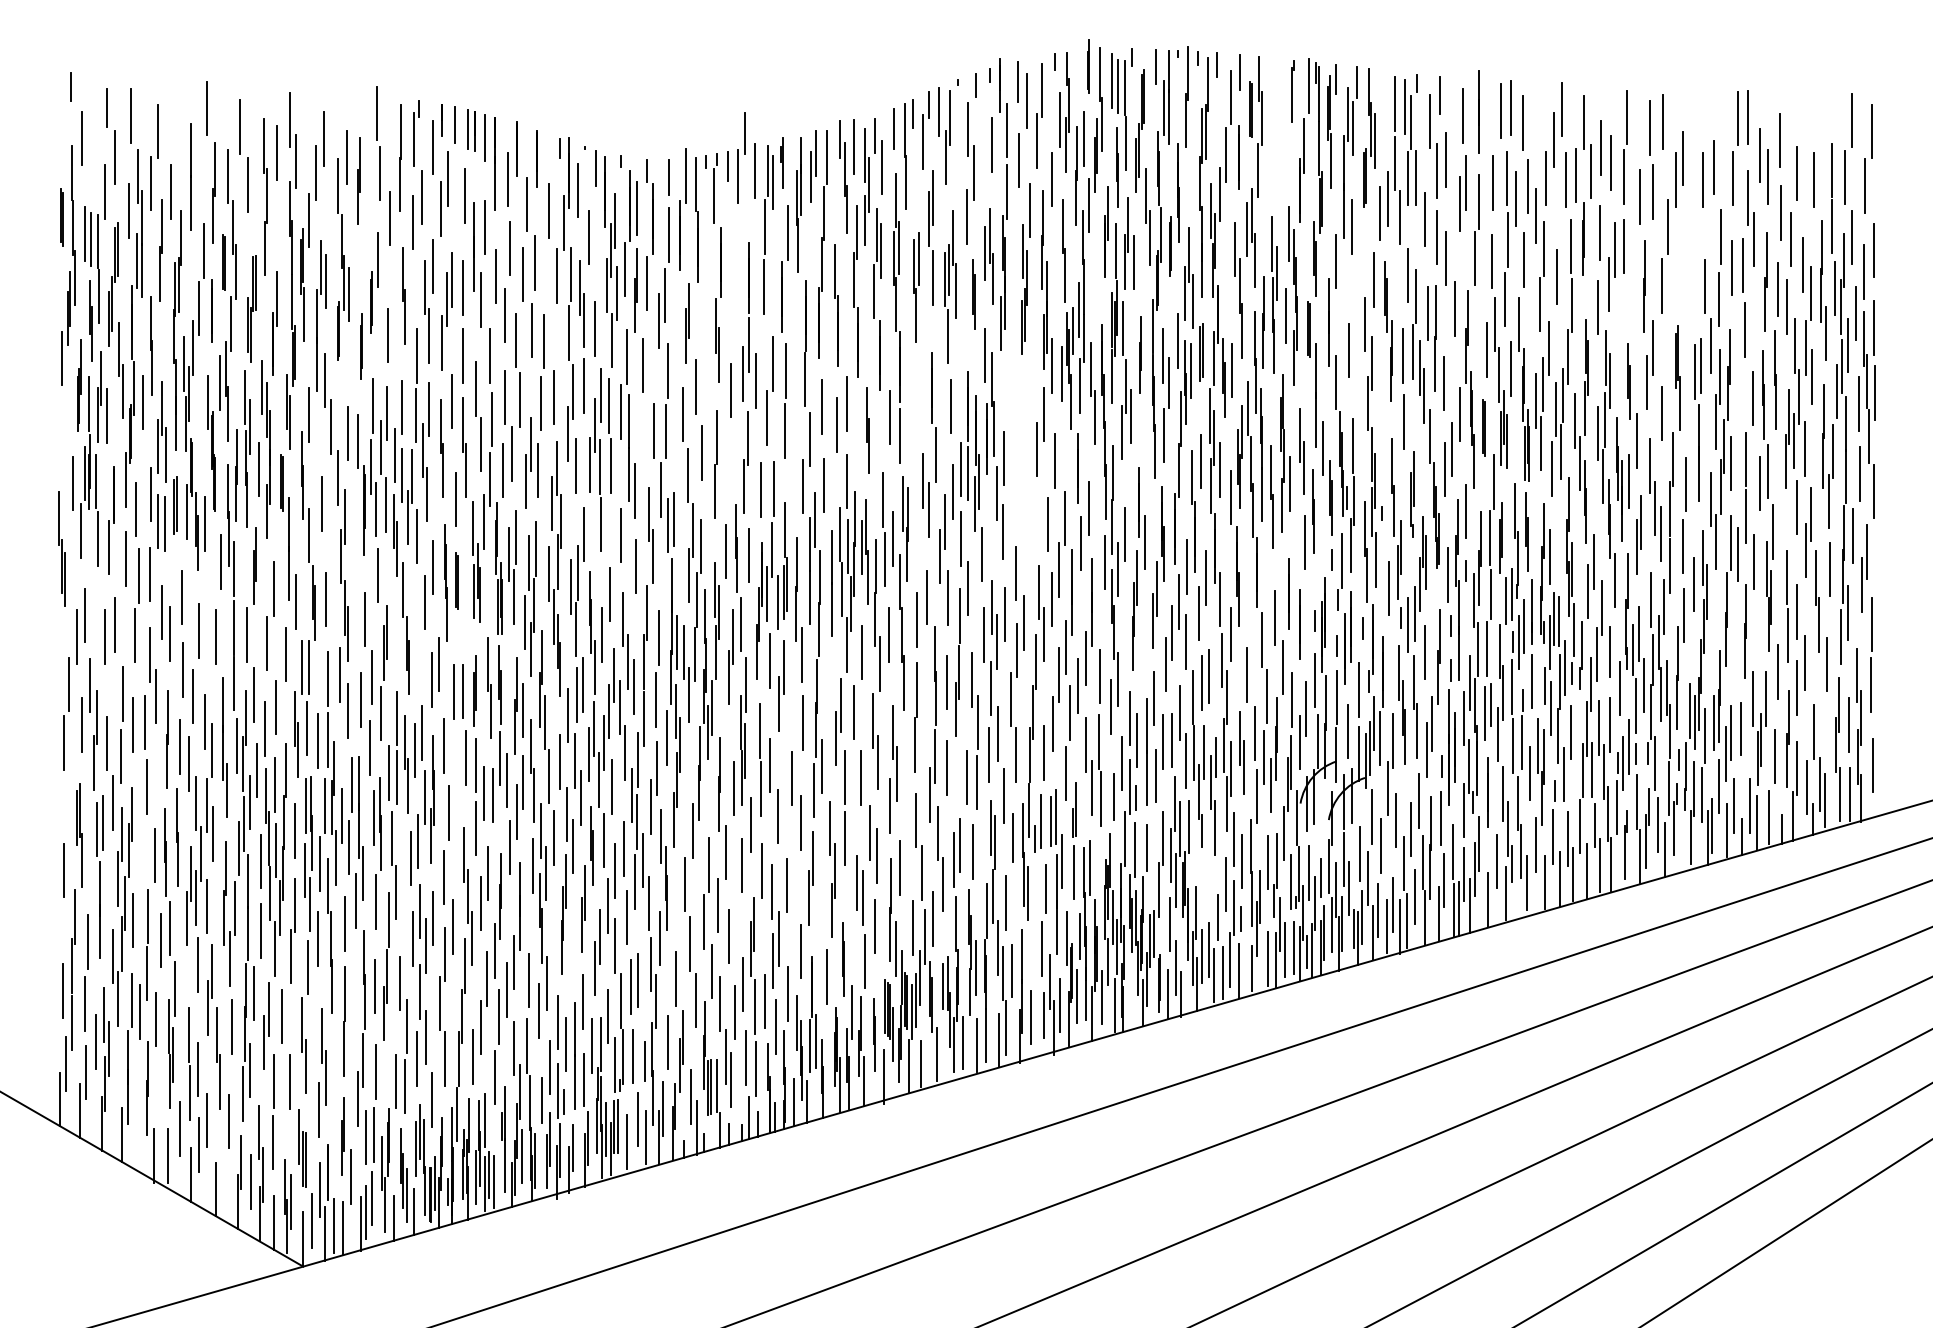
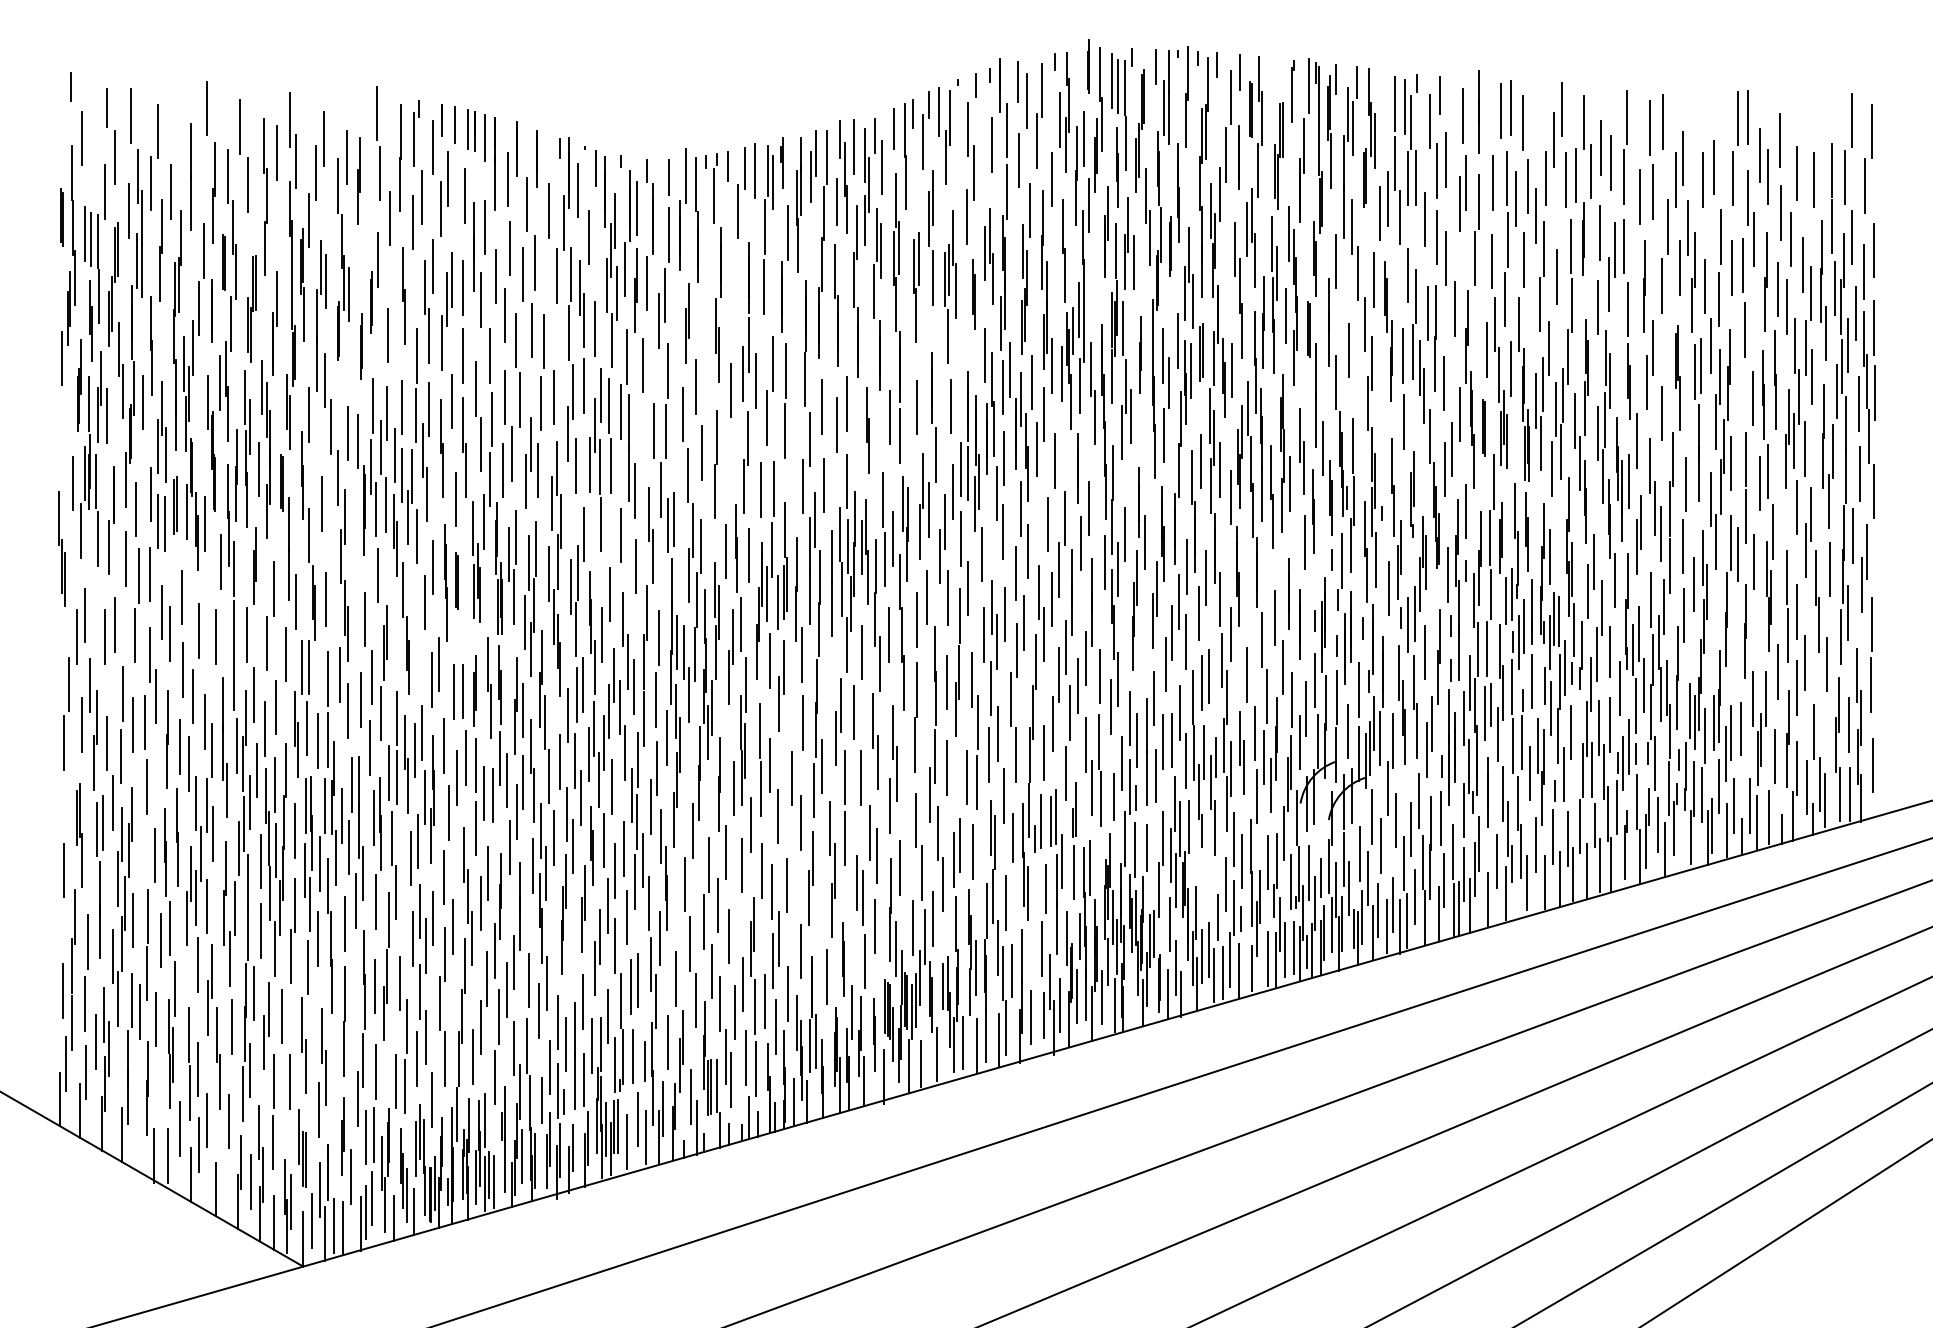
part at (1278, 155): none -> present
part at (741, 157) position: (741, 157) -> (741, 192)
line at (836, 201): none -> present
part at (1680, 266): none -> present
line at (1358, 273): none -> present
line at (1628, 308): none -> present
line at (916, 407): none -> present
part at (1017, 460): none -> present
line at (919, 531): none -> present
line at (456, 777): none -> present
